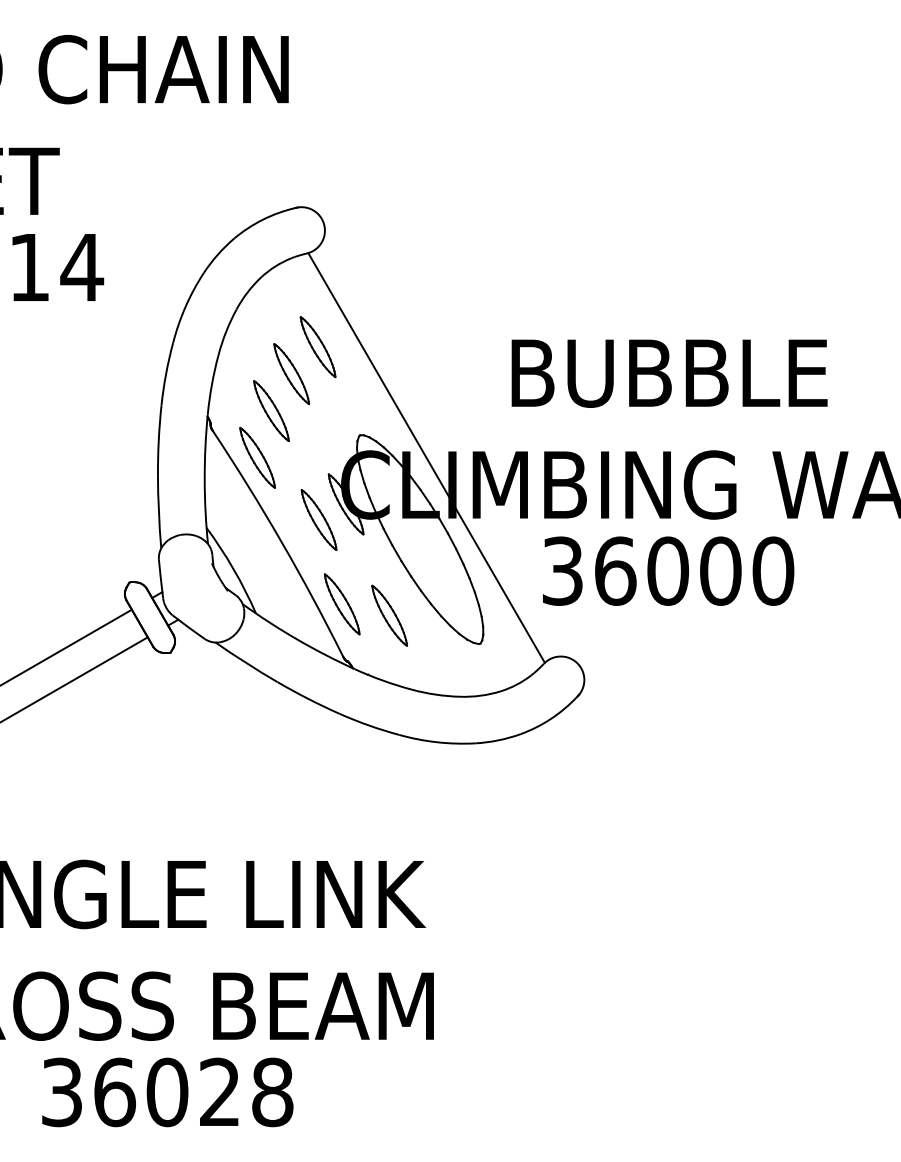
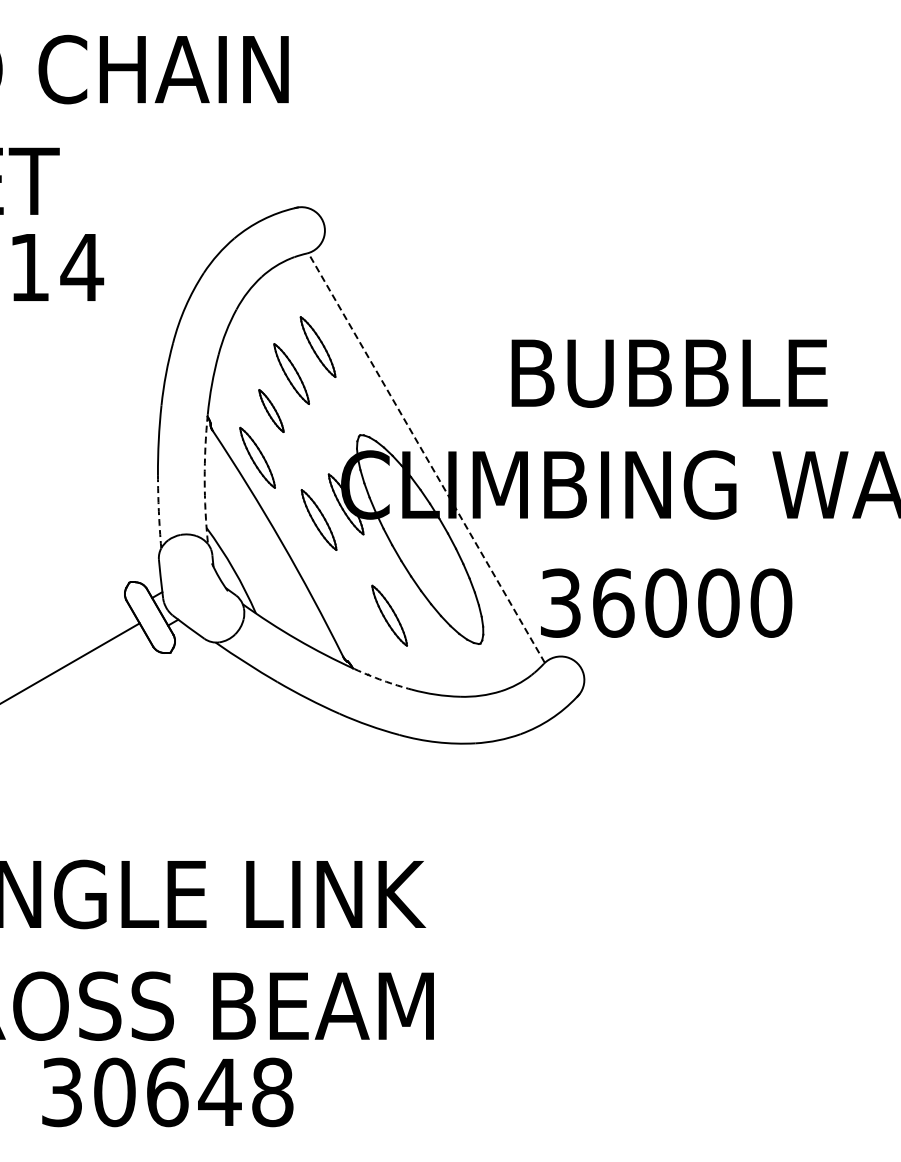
part at (271, 410) size: 37x62 px -> 27x44 px
line at (426, 457): solid -> dashed
arc at (204, 479): solid -> dashed
arc at (158, 511): solid -> dashed
text at (668, 570) position: (668, 570) -> (666, 602)
part at (341, 604): present -> none
line at (66, 646): present -> none
line at (74, 679) position: (74, 679) -> (70, 662)
arc at (382, 680): solid -> dashed
text at (167, 1092): 36028 -> 30648
